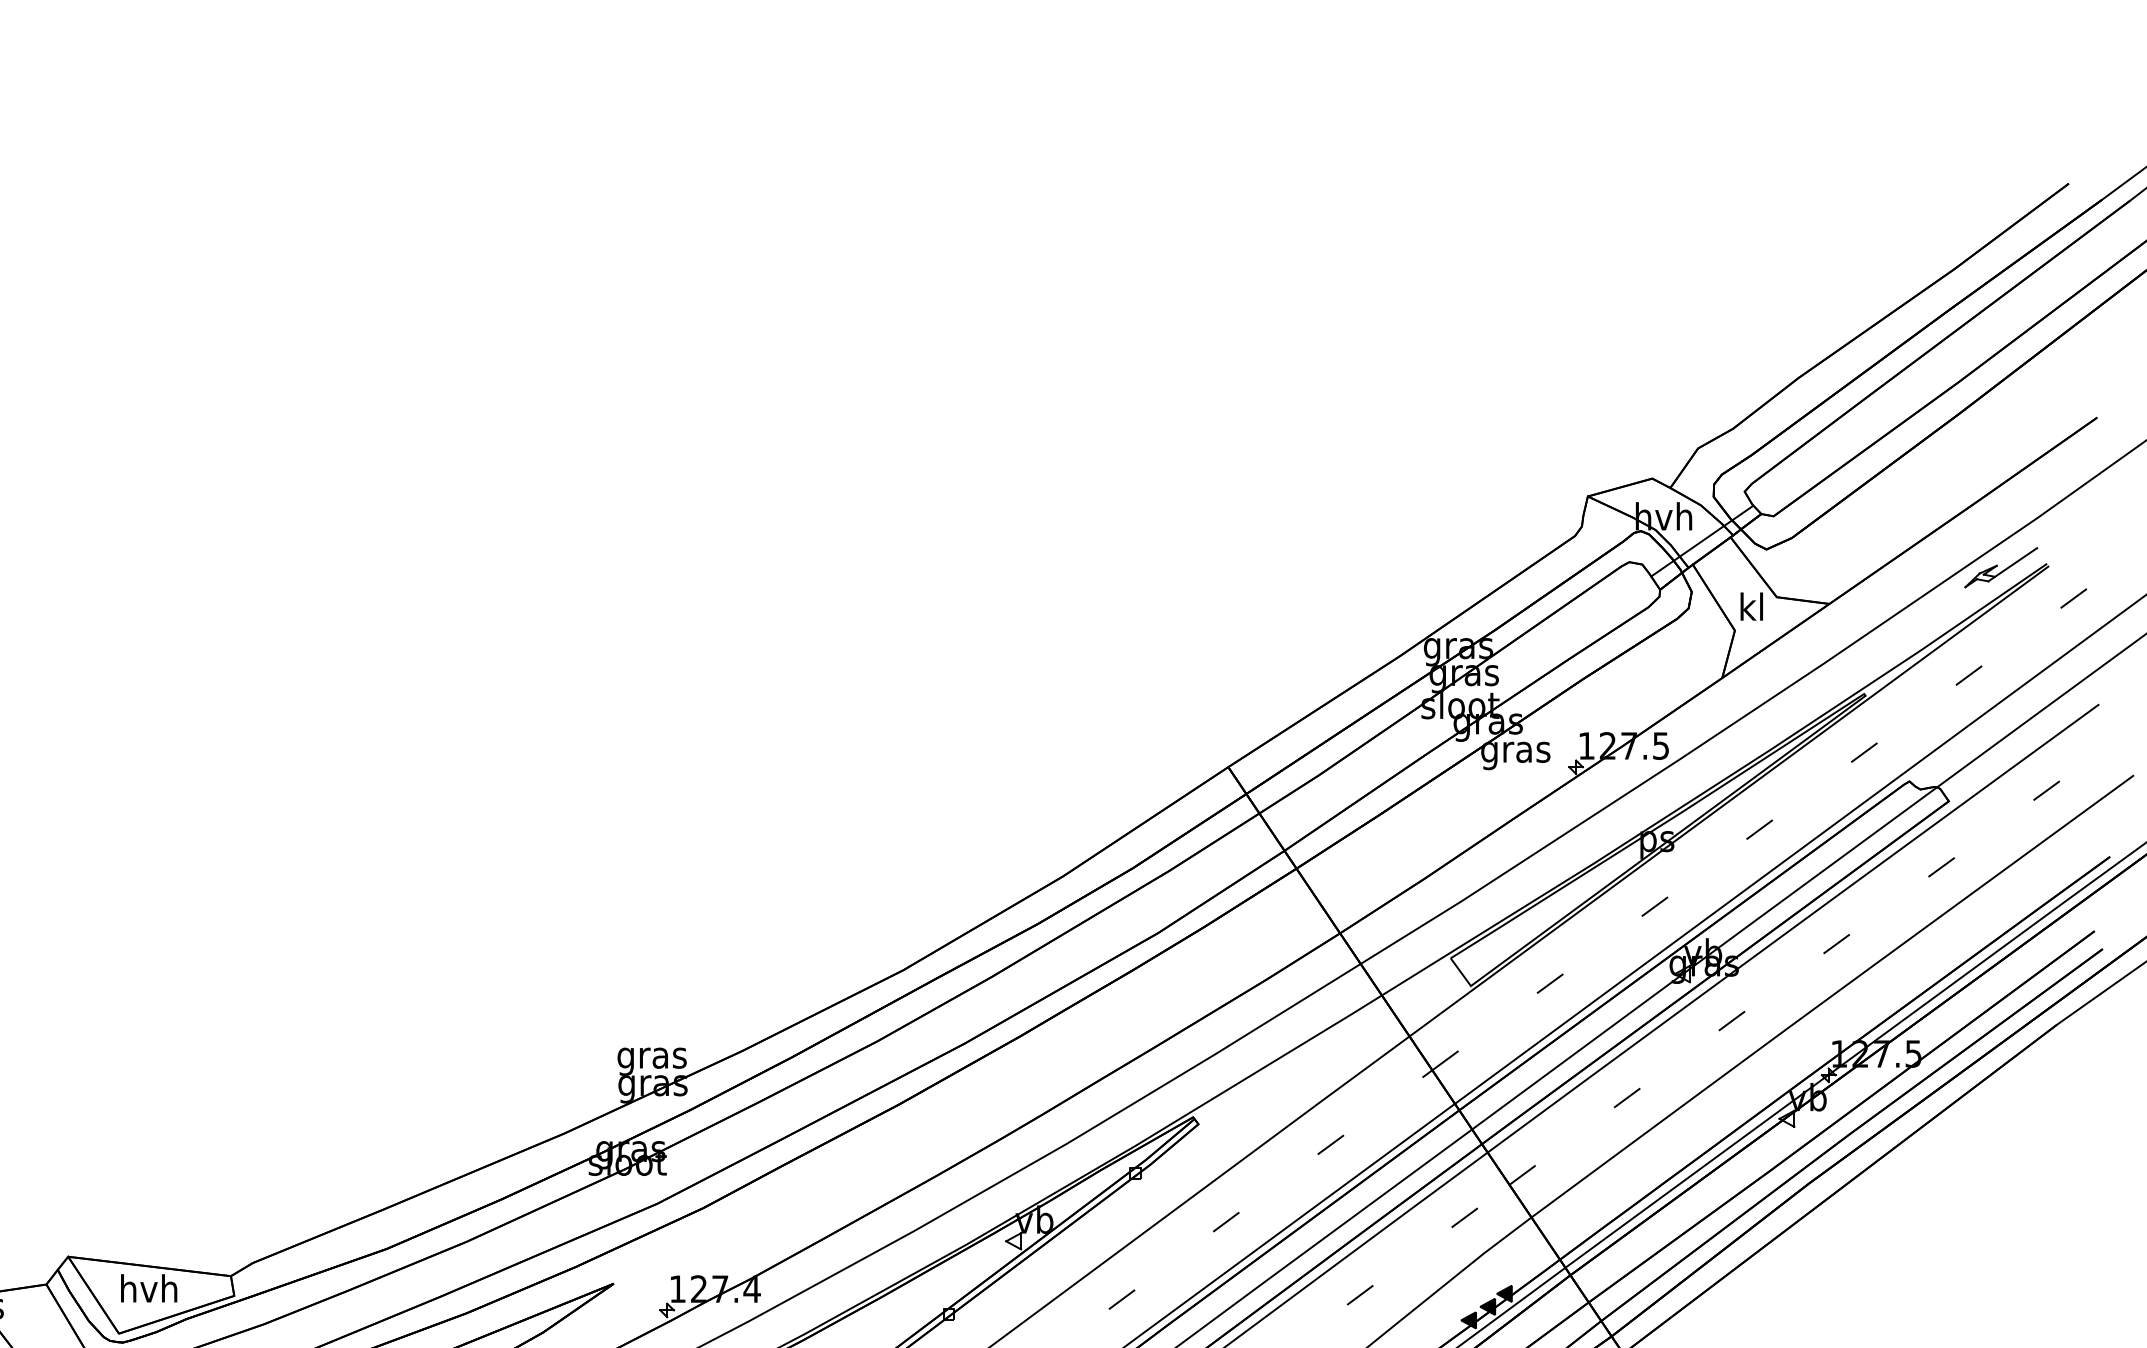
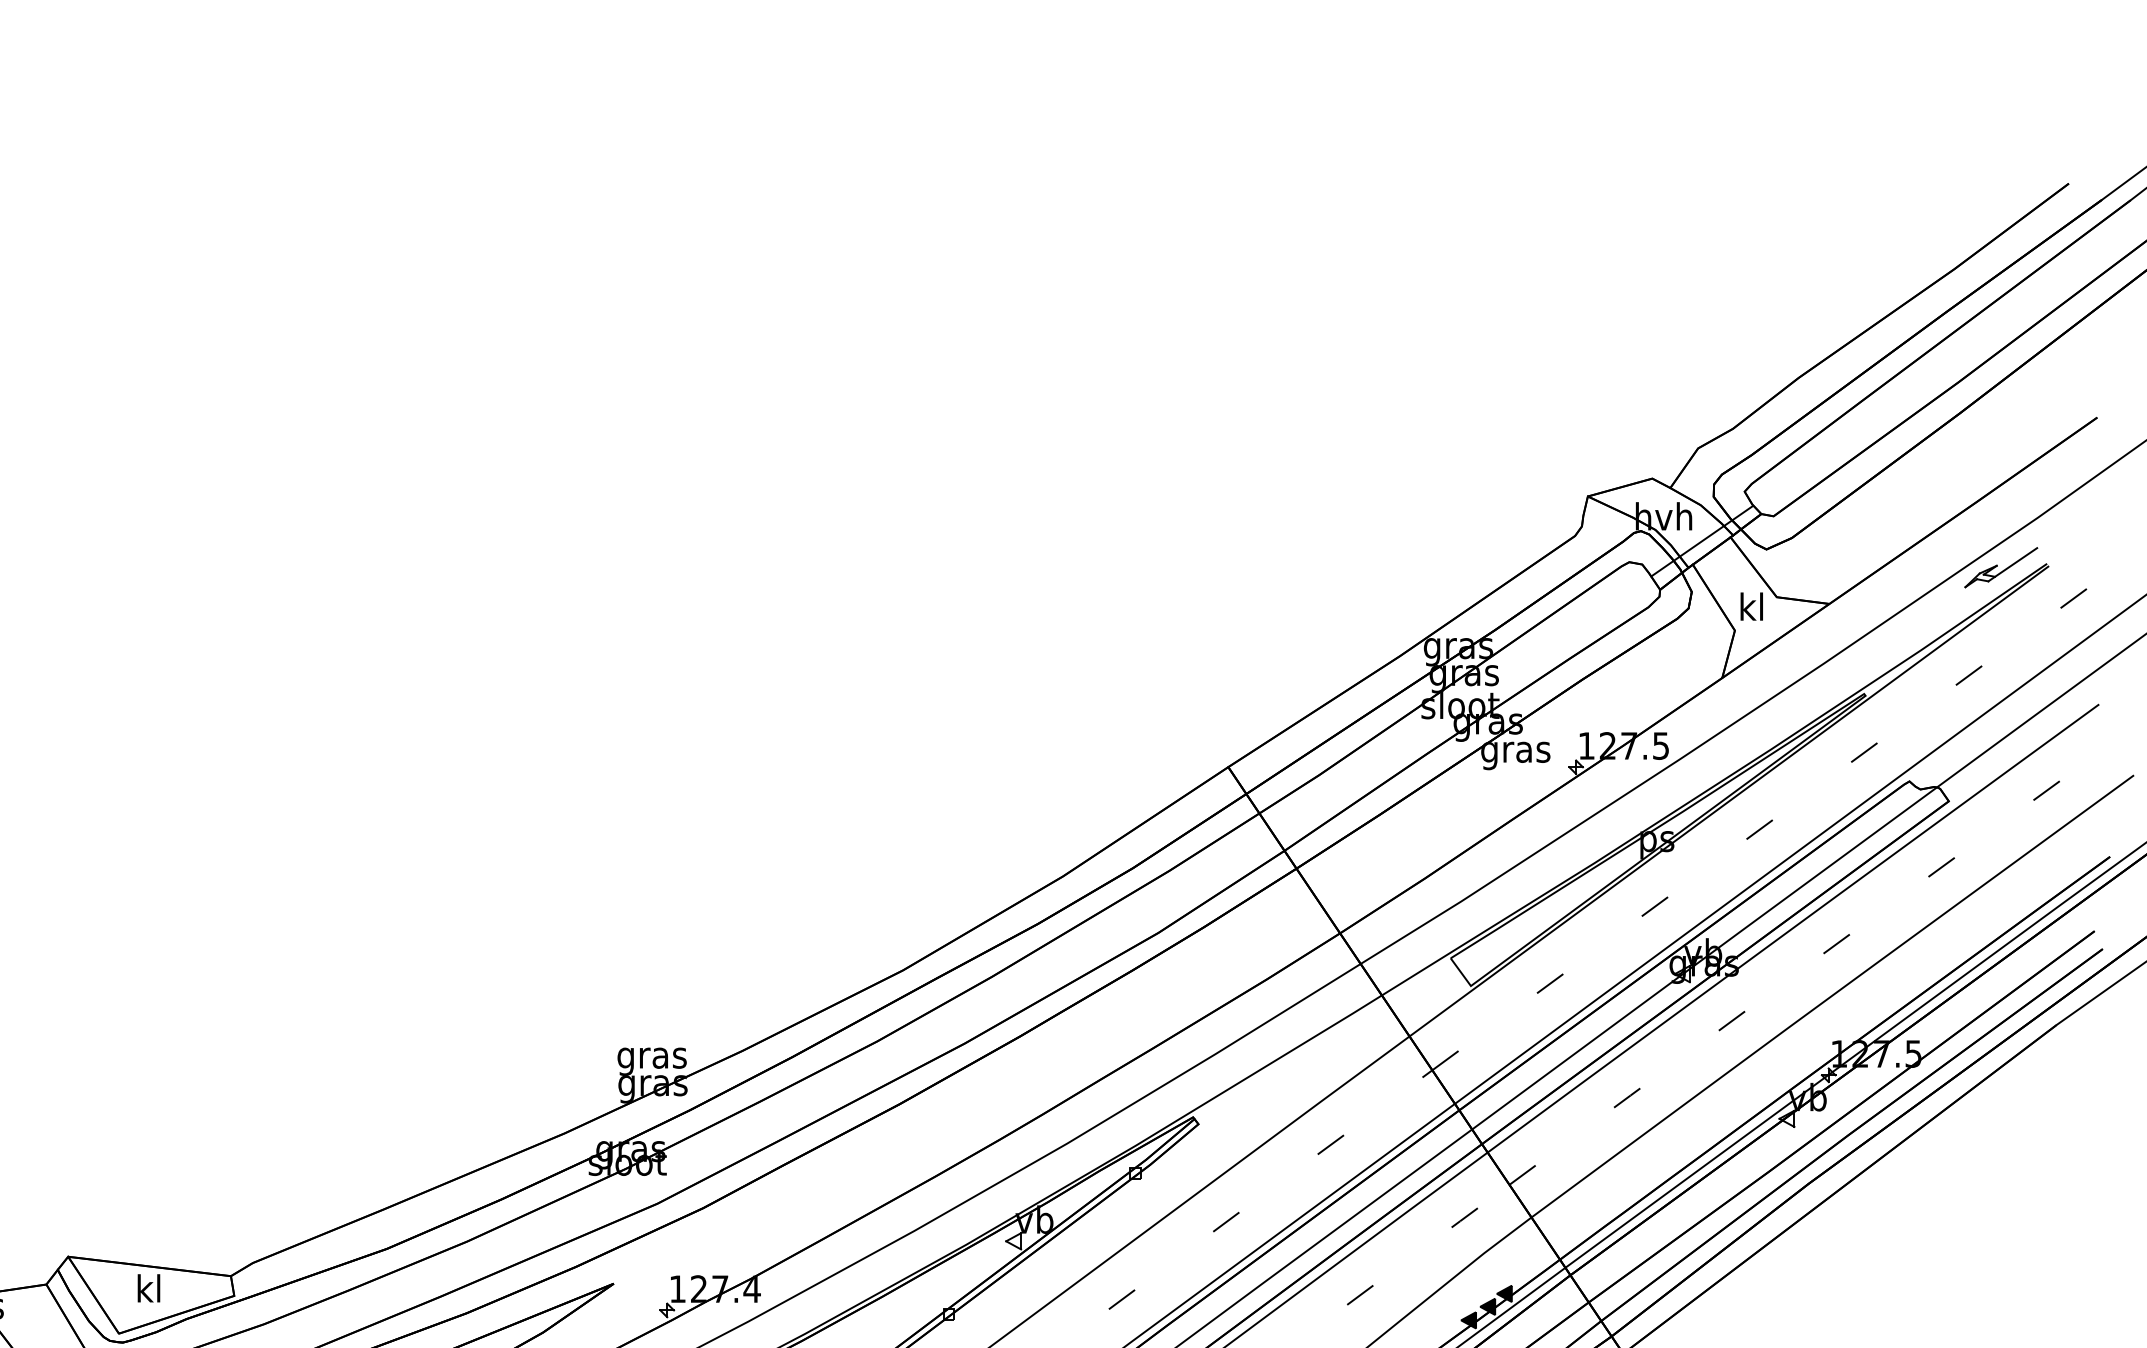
text at (149, 1288): hvh -> kl
